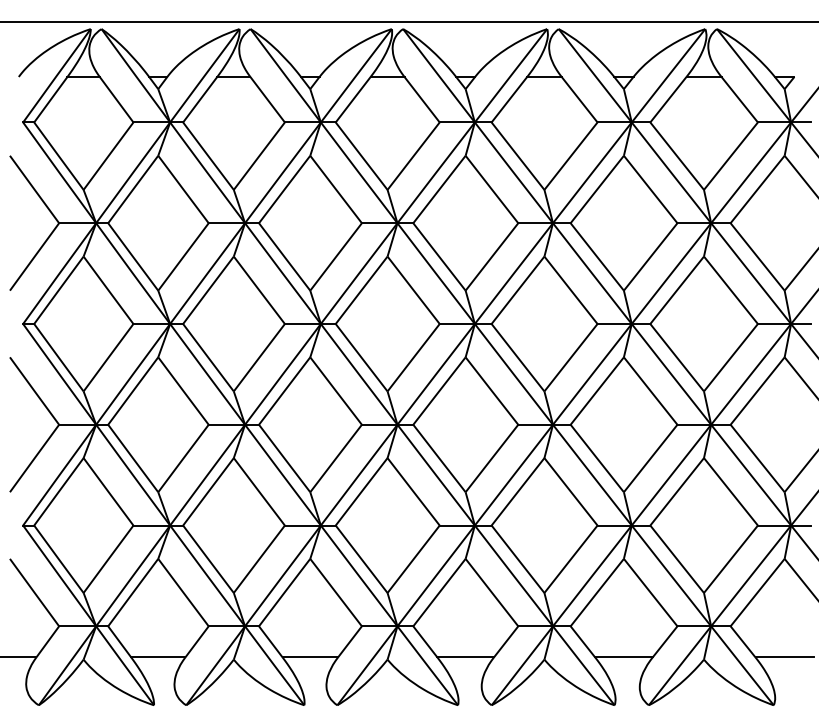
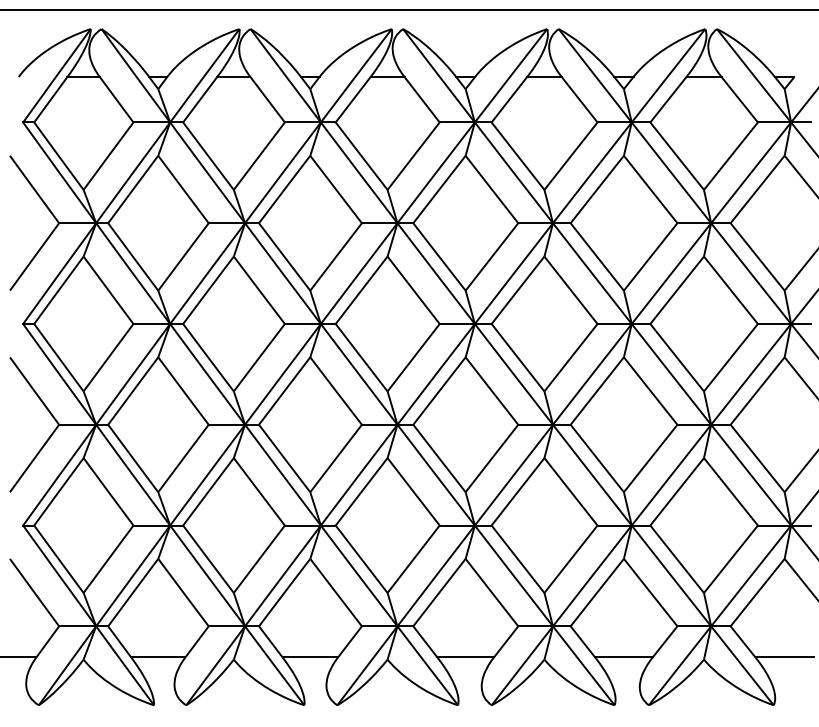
line at (408, 21) position: (408, 21) -> (408, 9)
